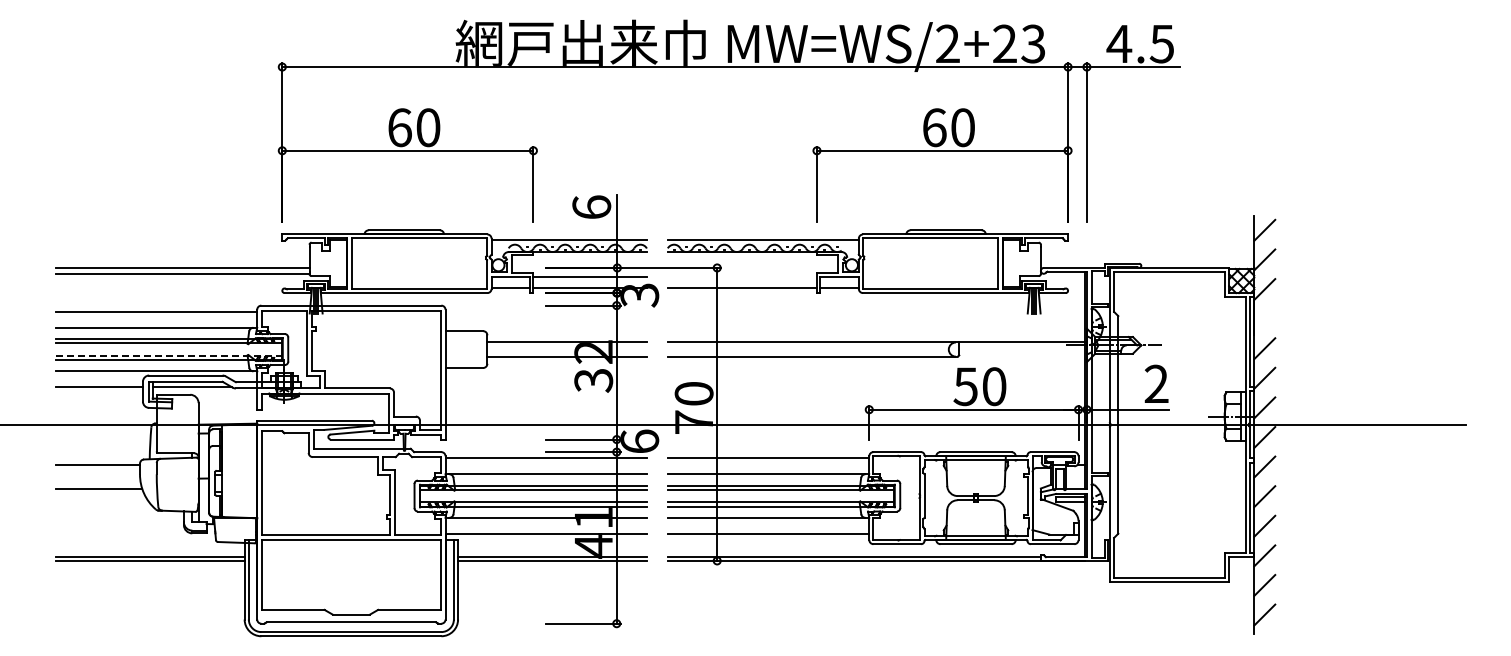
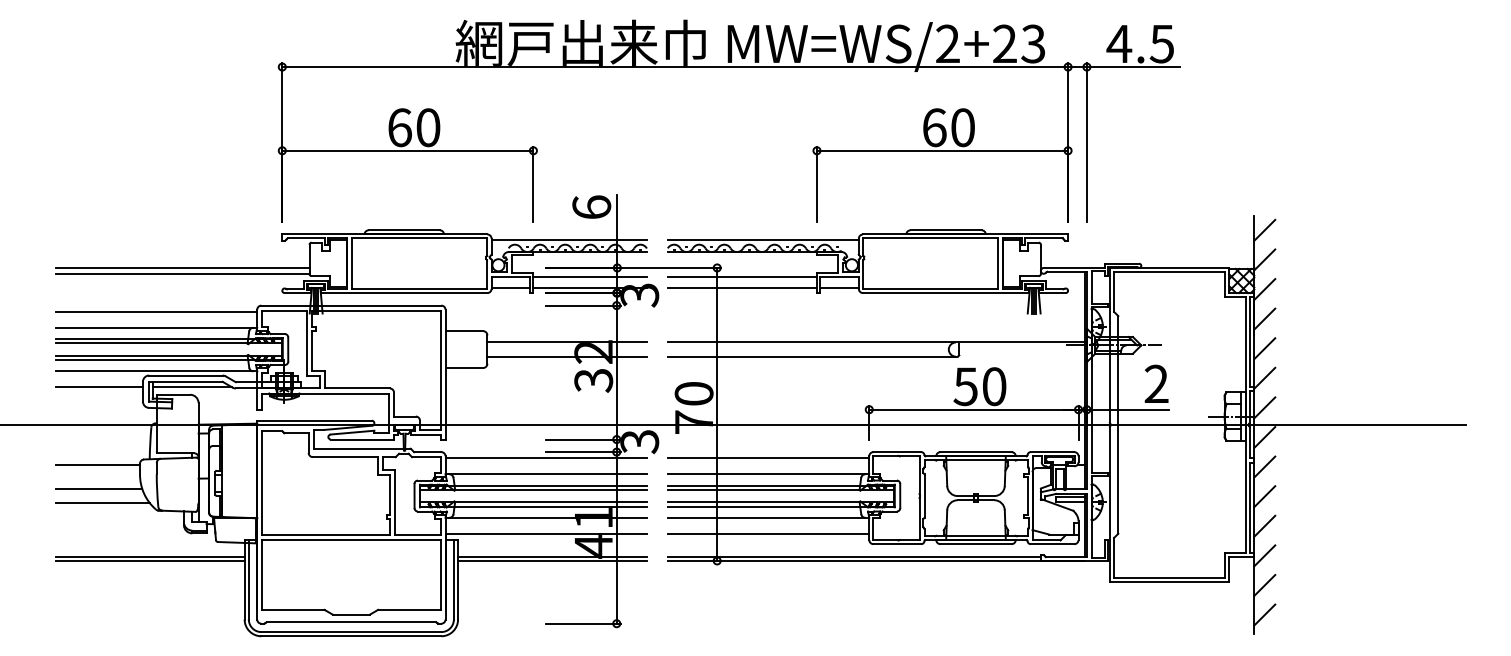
line at (741, 276): none -> present
line at (1264, 318): none -> present
line at (169, 355): dashed -> solid
text at (639, 441): 6 -> 3
line at (102, 503): none -> present
